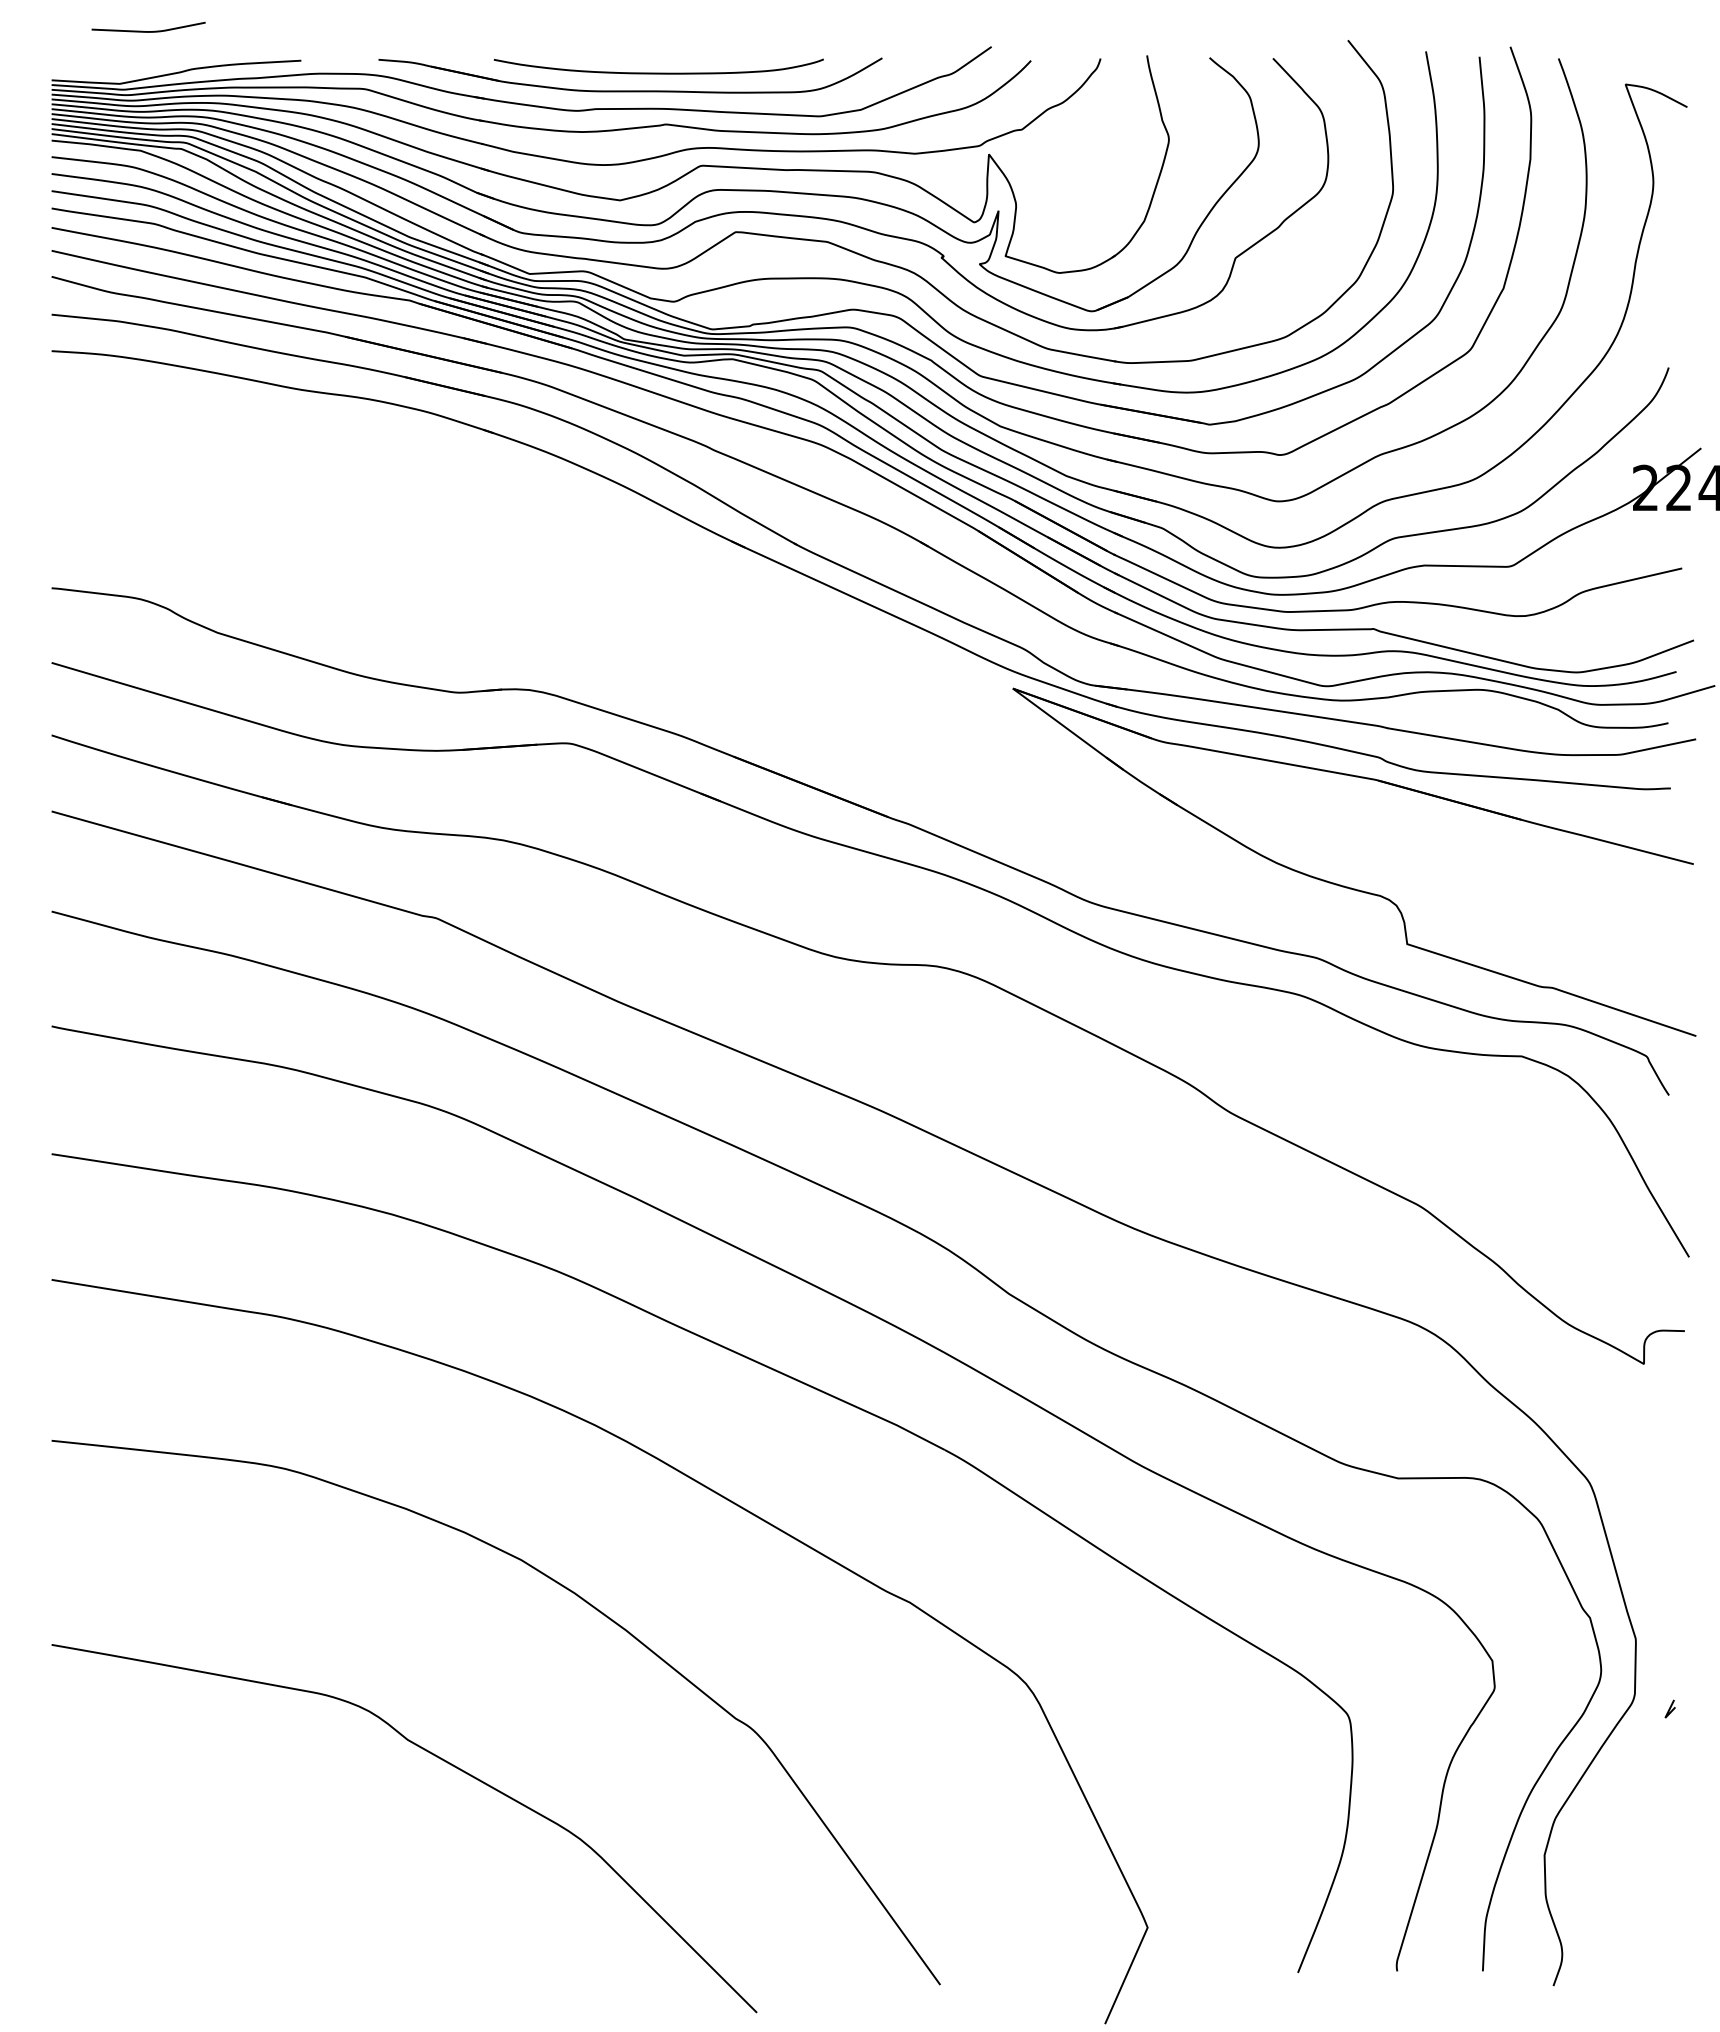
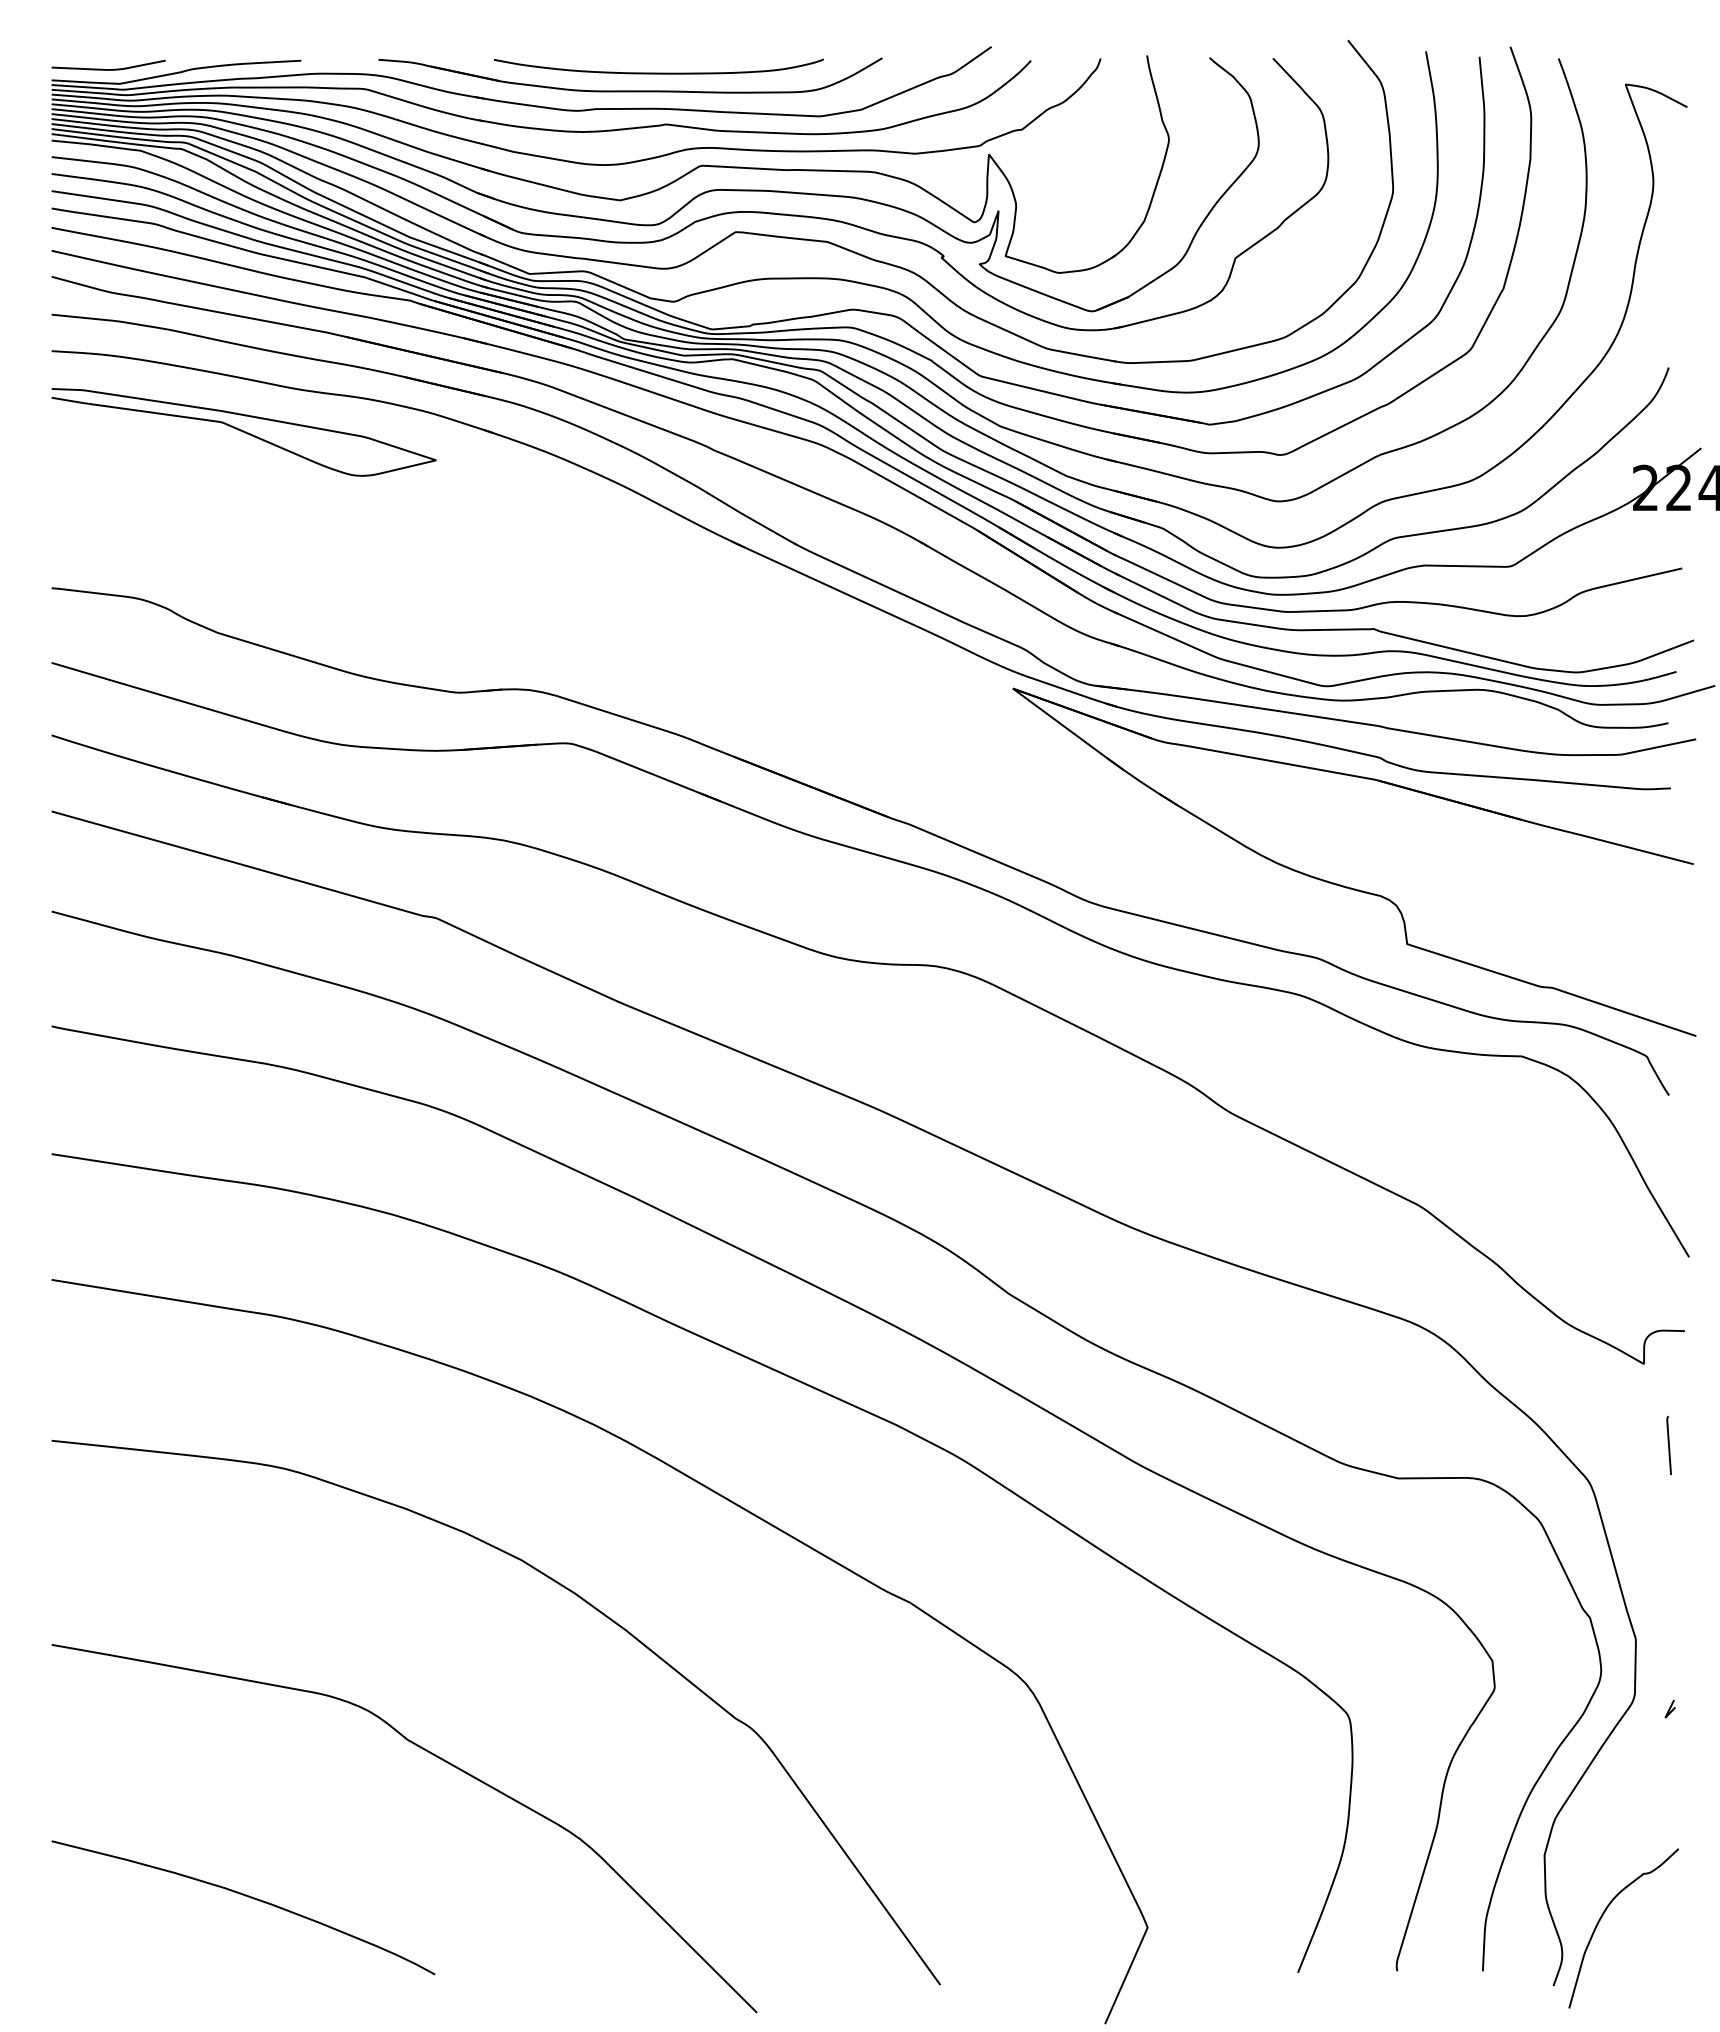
curve at (148, 31) position: (148, 31) -> (108, 69)
part at (243, 432): none -> present
line at (1668, 1444): none -> present
curve at (245, 1896): none -> present
curve at (1602, 1917): none -> present
